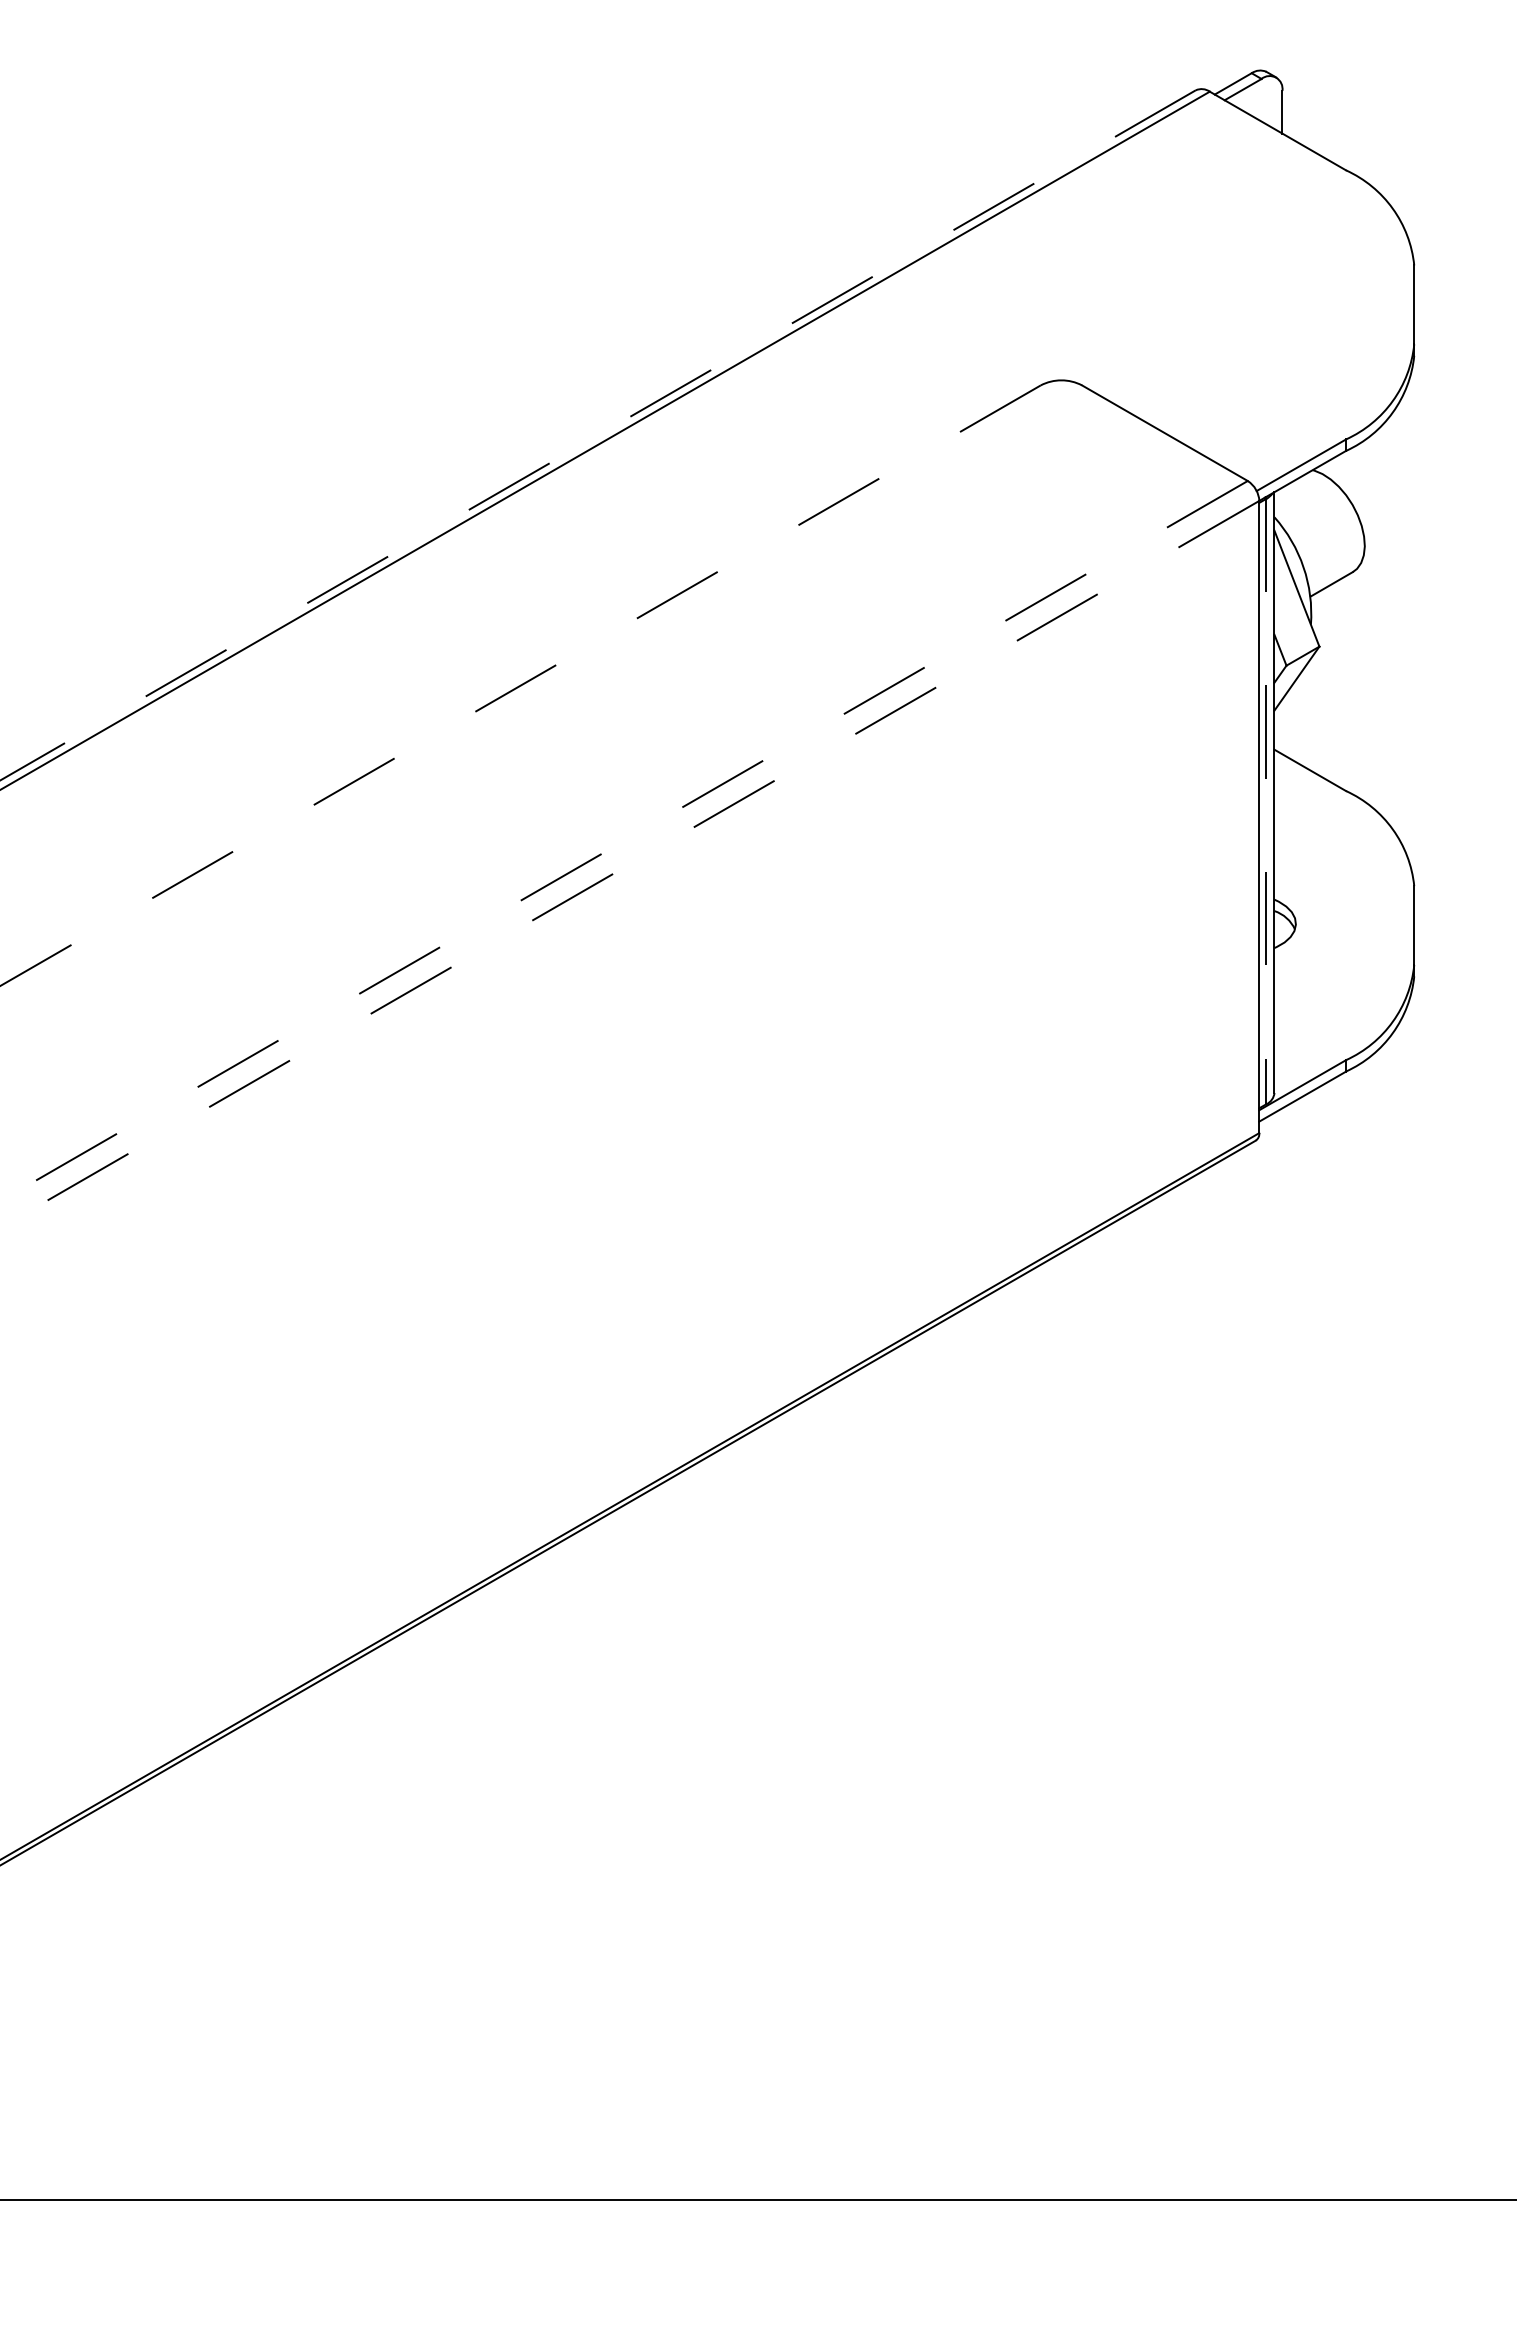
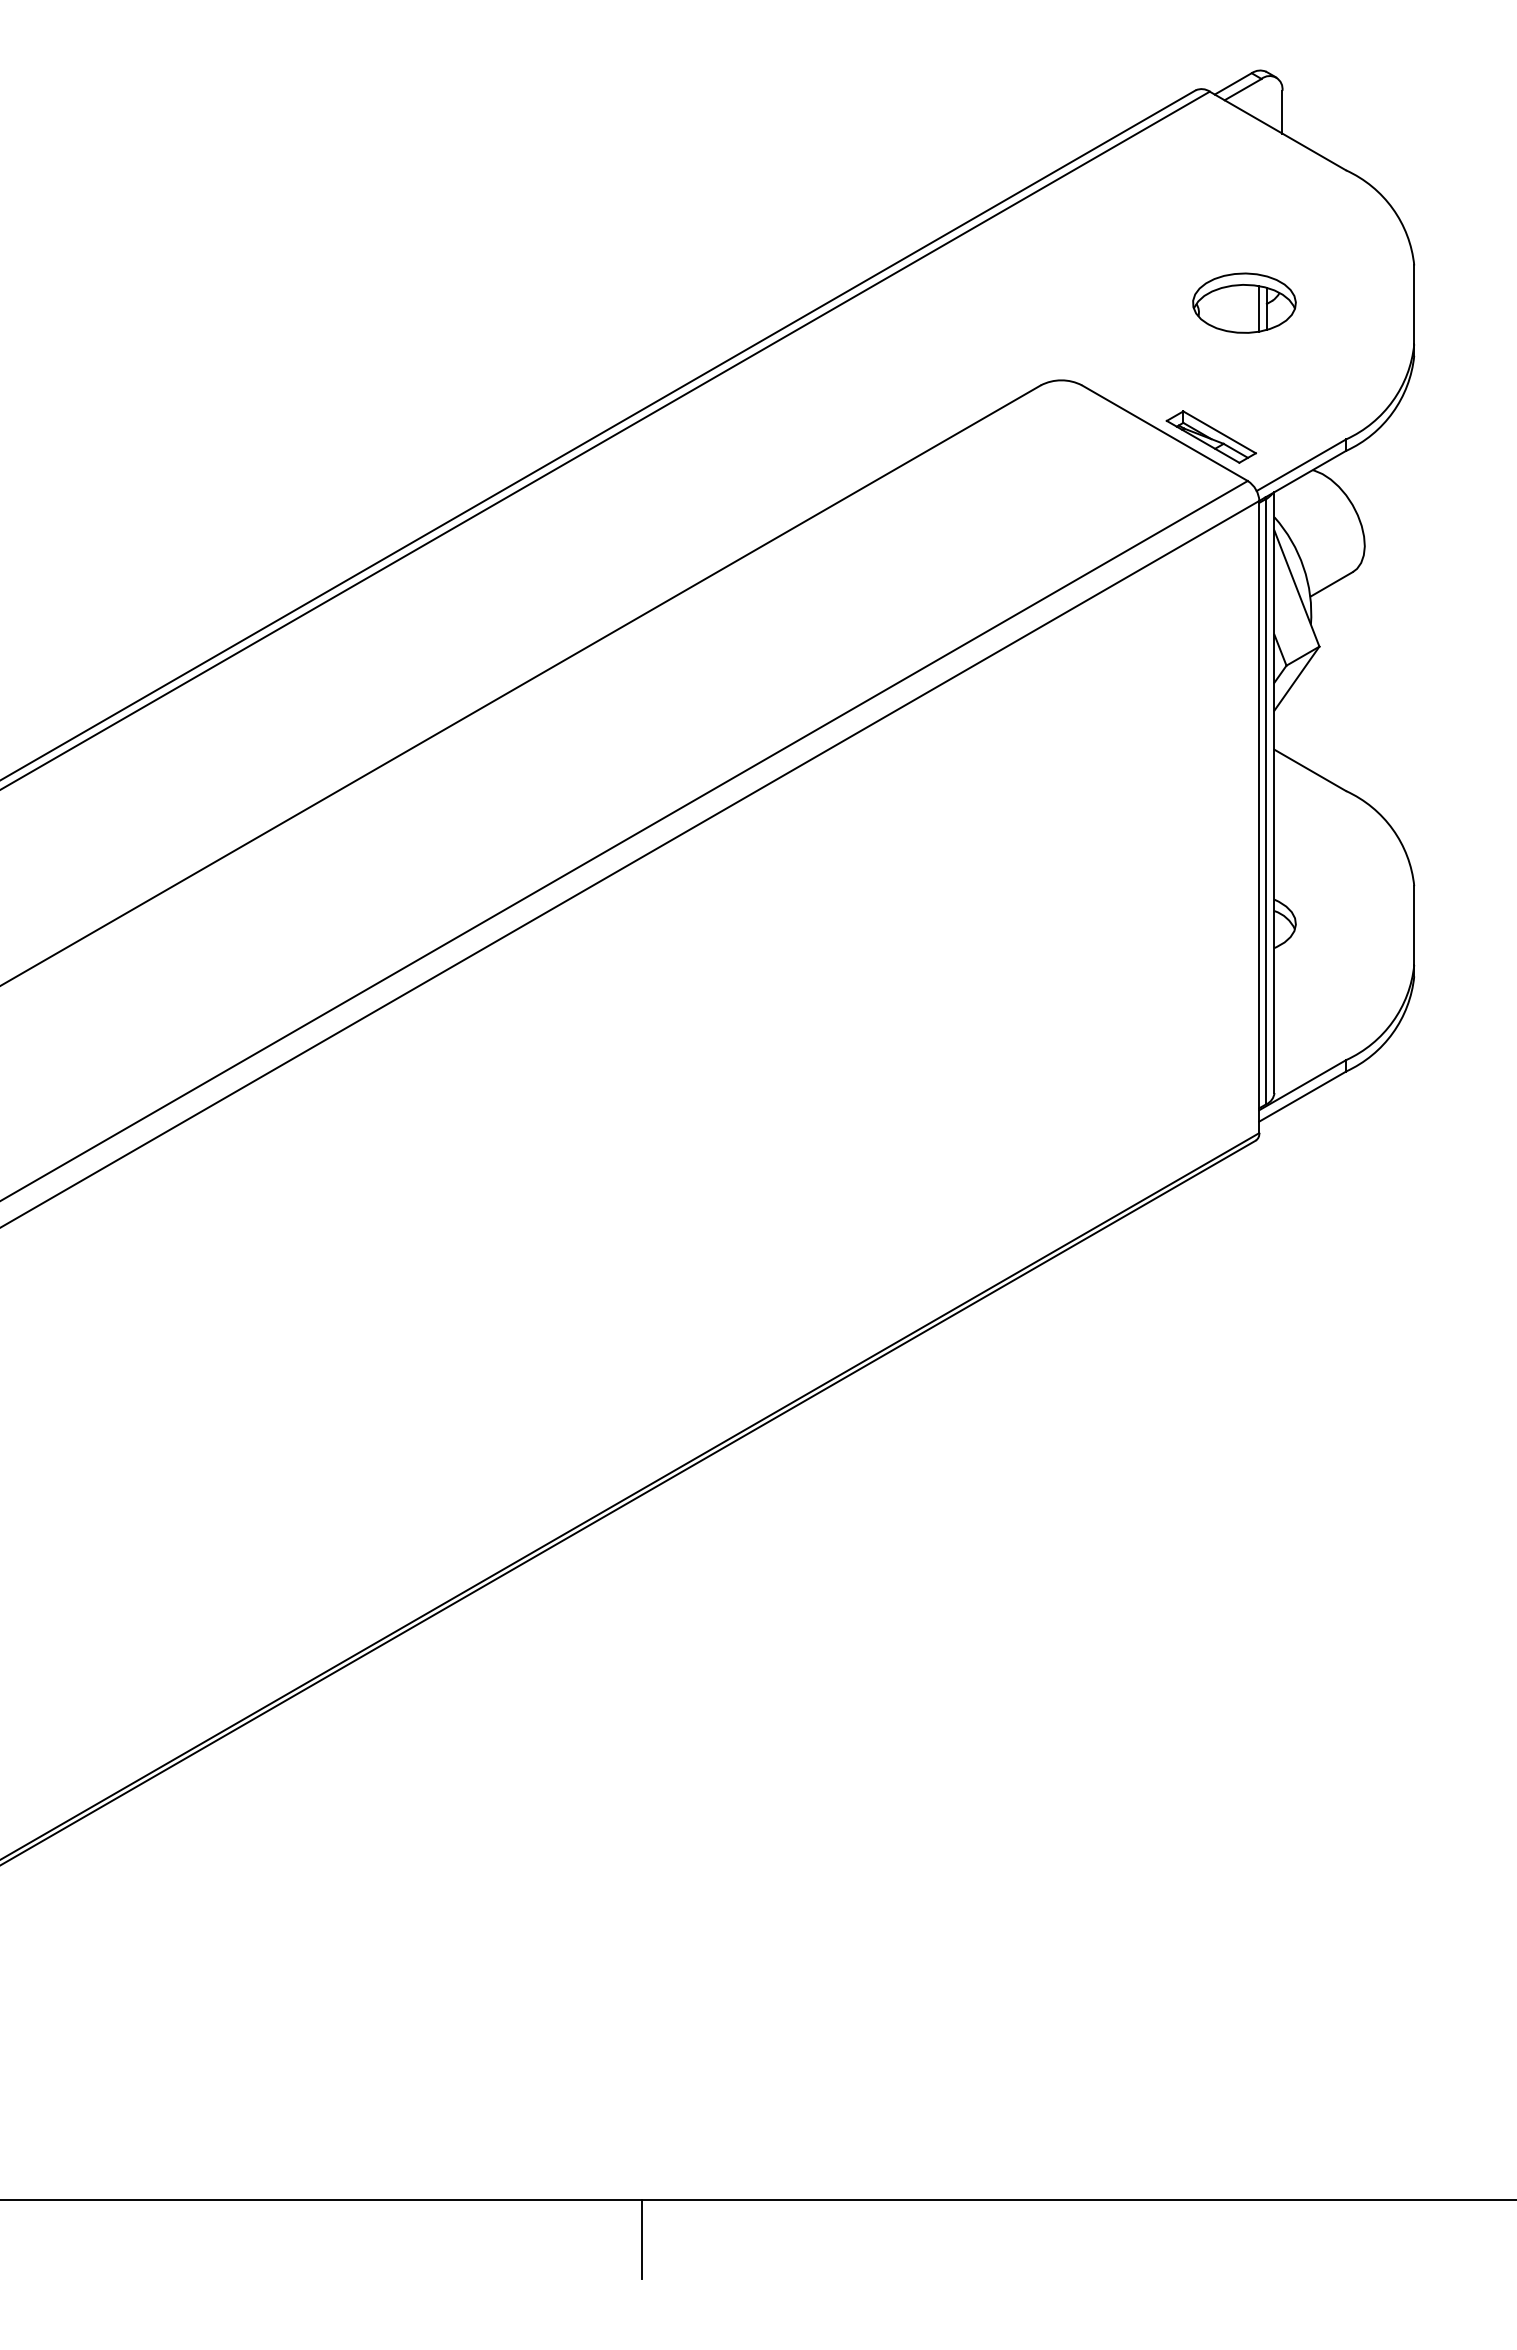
part at (1244, 302): none -> present
line at (597, 435): dashed -> solid
part at (1210, 436): none -> present
line at (520, 685): dashed -> solid
line at (1266, 801): dashed -> solid
line at (623, 841): dashed -> solid
line at (629, 864): dashed -> solid
line at (642, 2239): none -> present
